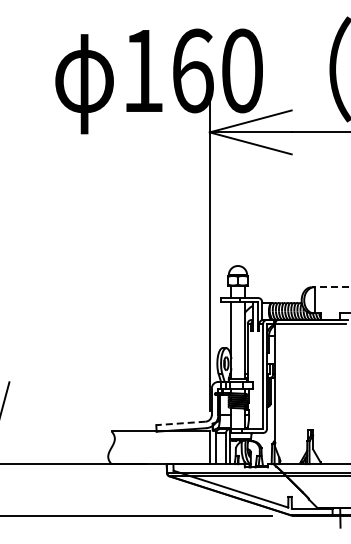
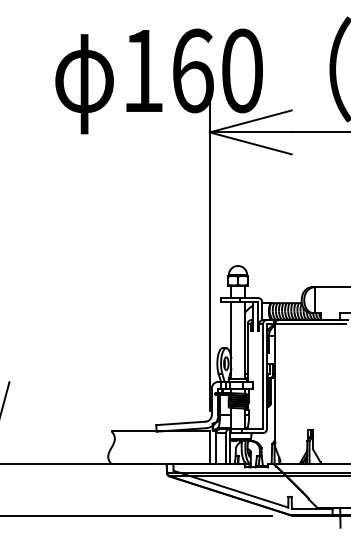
line at (330, 287): dashed -> solid
line at (180, 423): dashed -> solid
